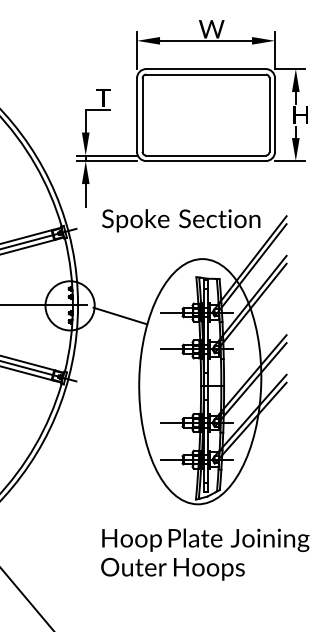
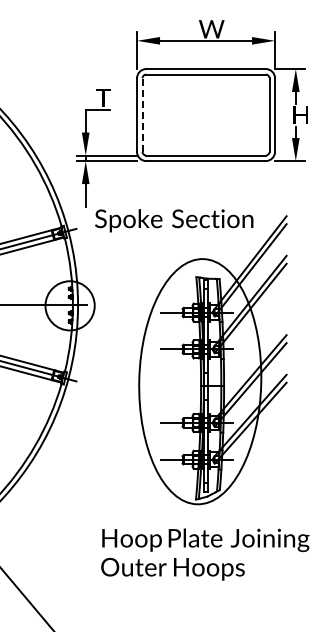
line at (142, 115): solid -> dashed
text at (181, 220) position: (181, 220) -> (174, 220)
line at (120, 315): present -> none
